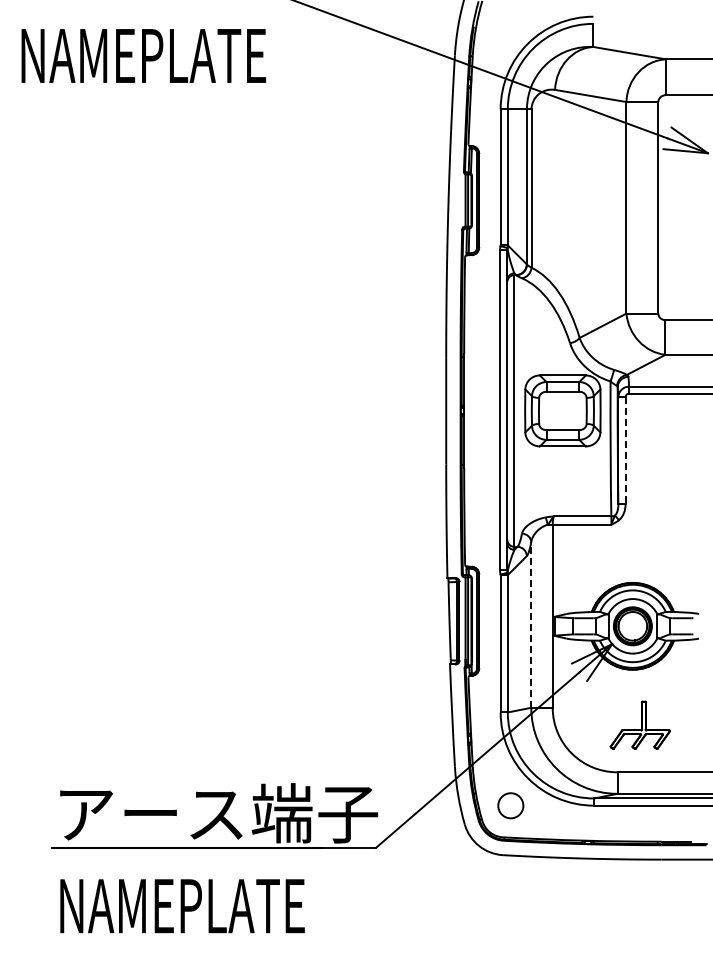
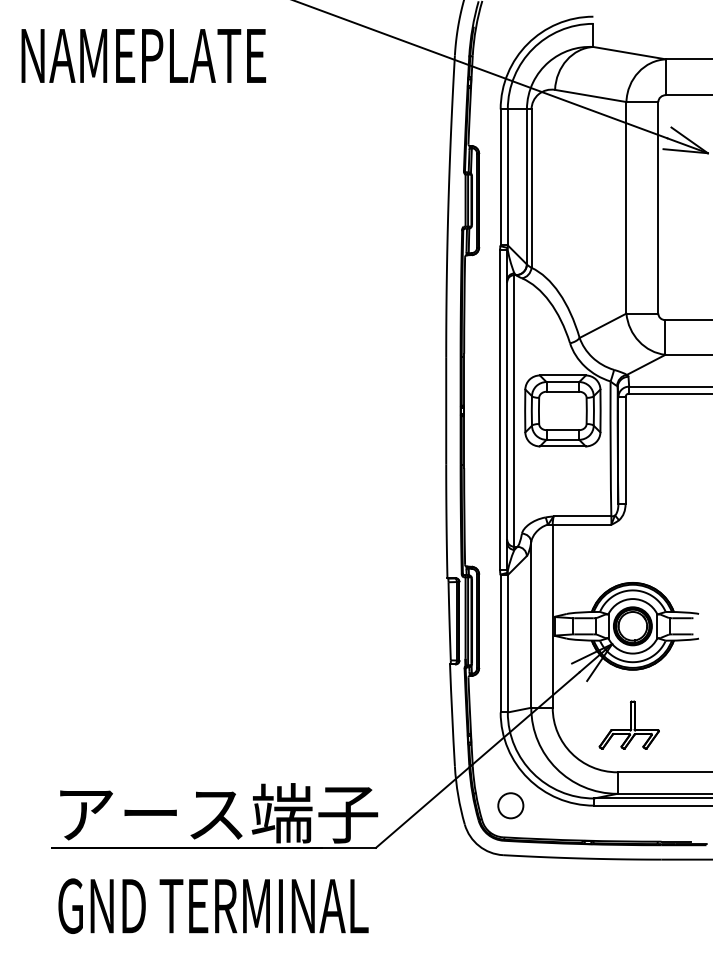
line at (625, 451): dashed -> solid
line at (531, 624): dashed -> solid
part at (639, 724) position: (639, 724) -> (628, 724)
text at (213, 905): NAMEPLATE -> GND TERMINAL
